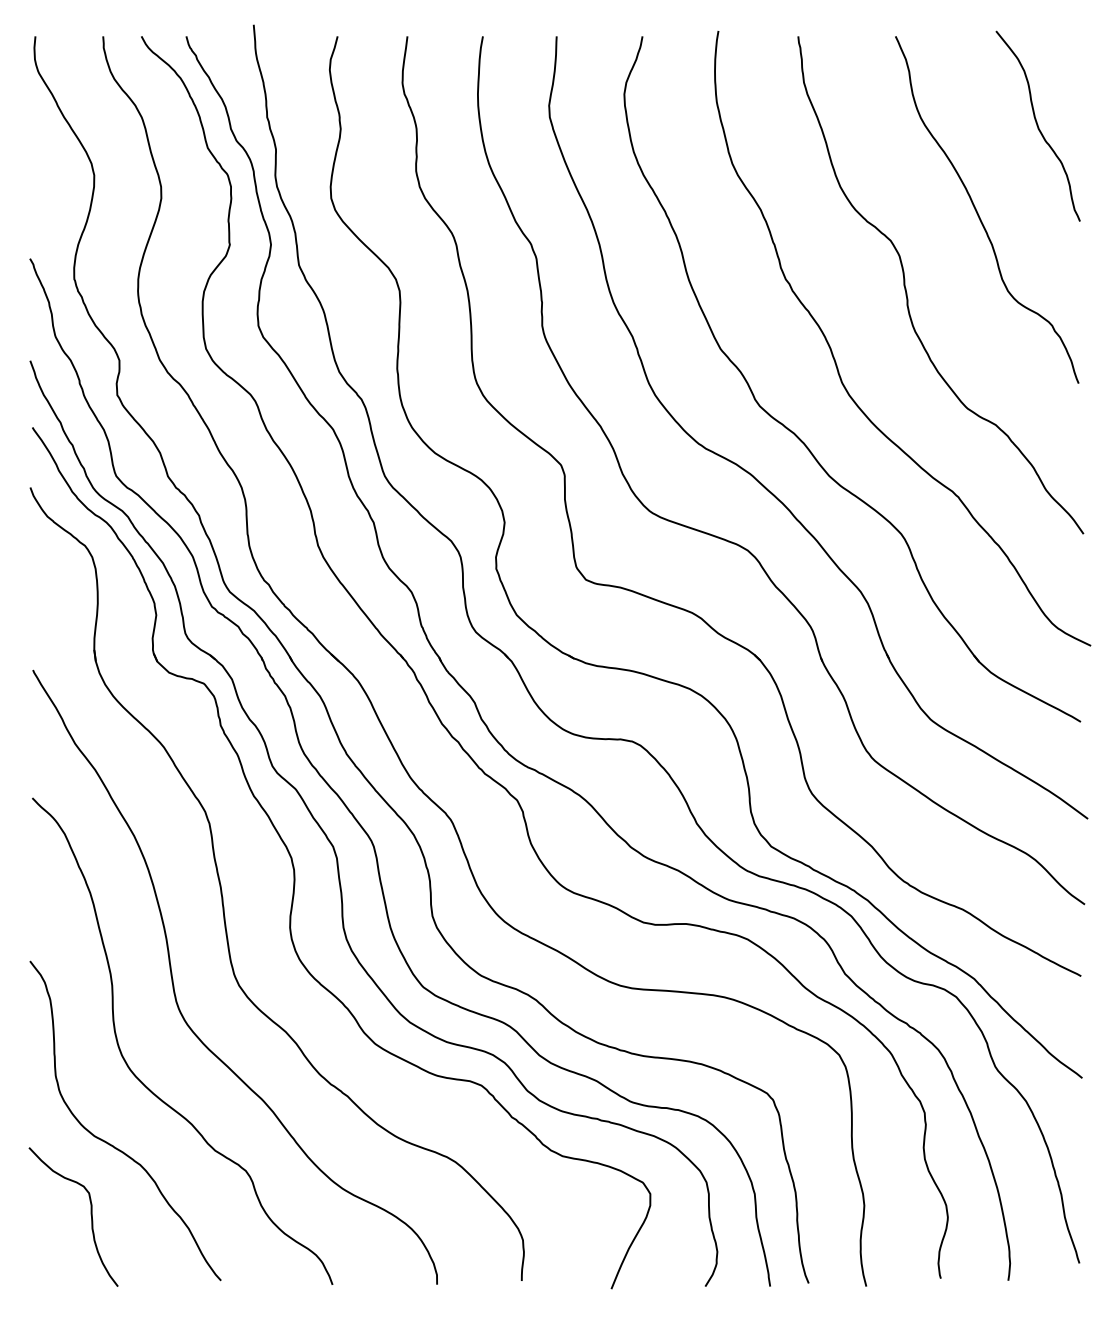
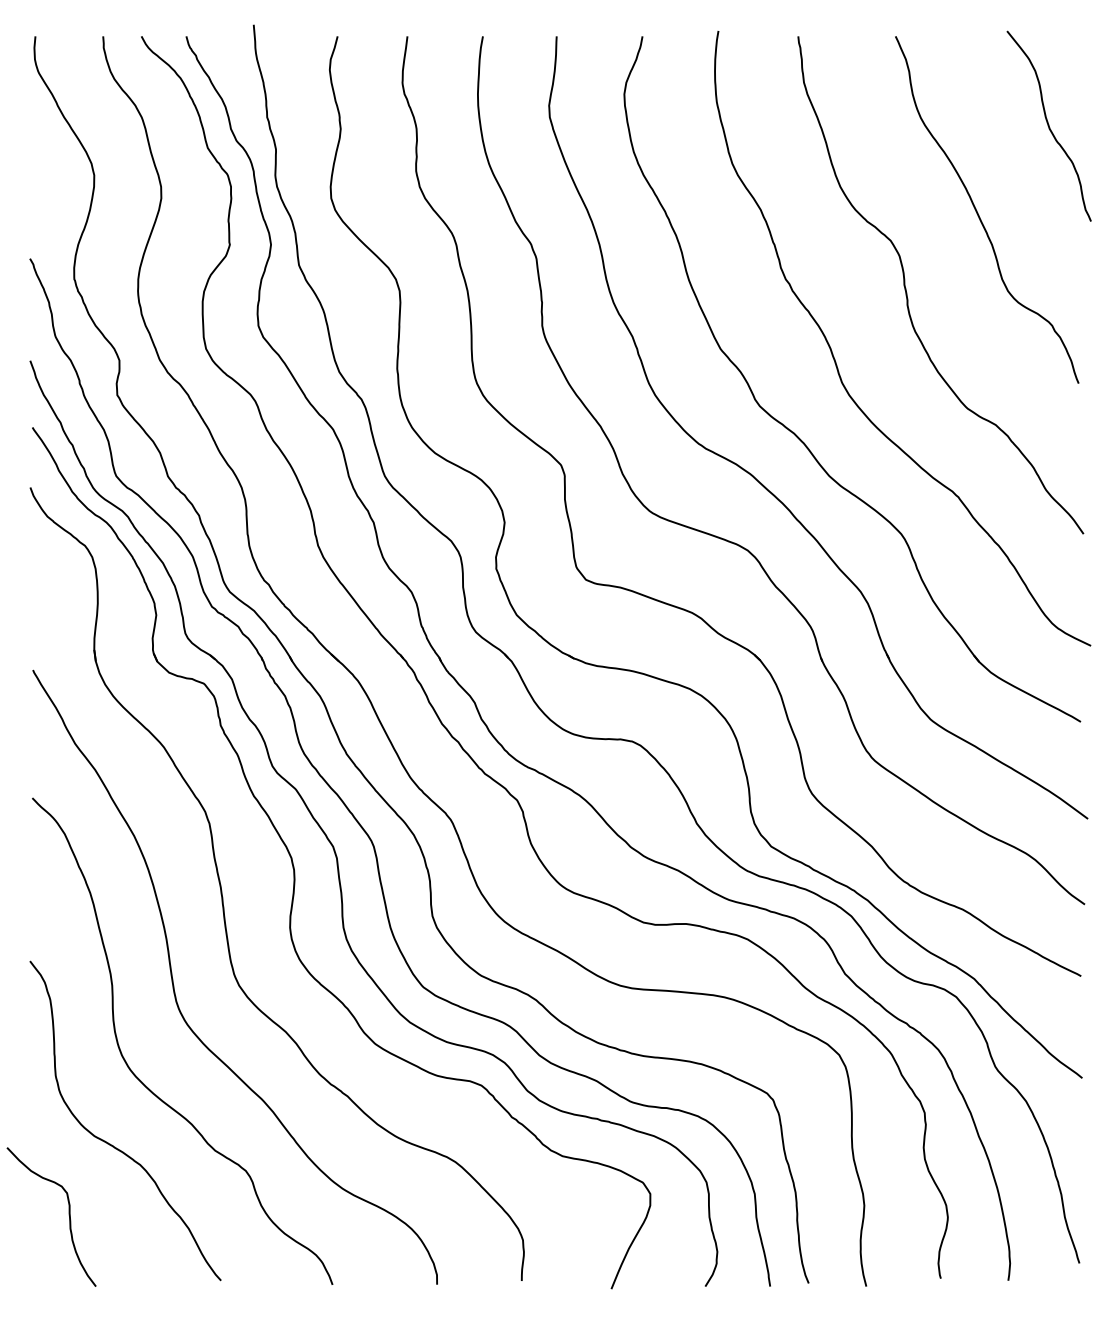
curve at (1037, 125) position: (1037, 125) -> (1048, 125)
curve at (90, 1215) position: (90, 1215) -> (68, 1215)
